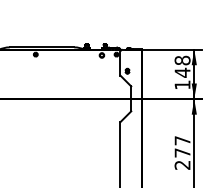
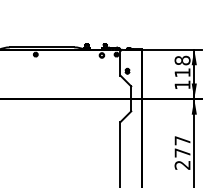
text at (182, 72): 148 -> 118
